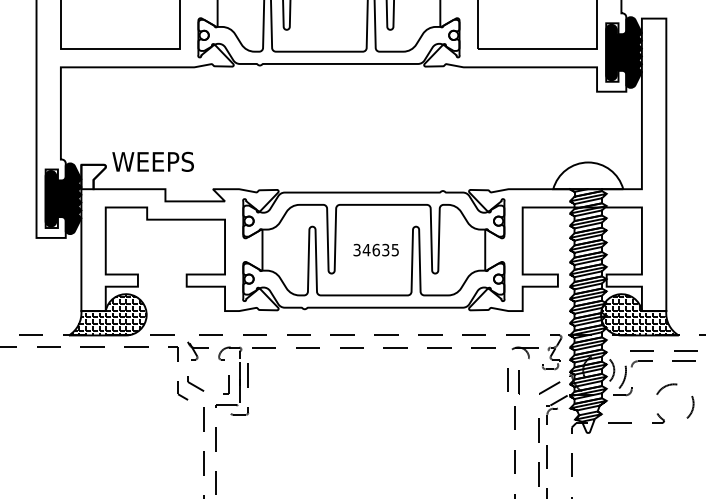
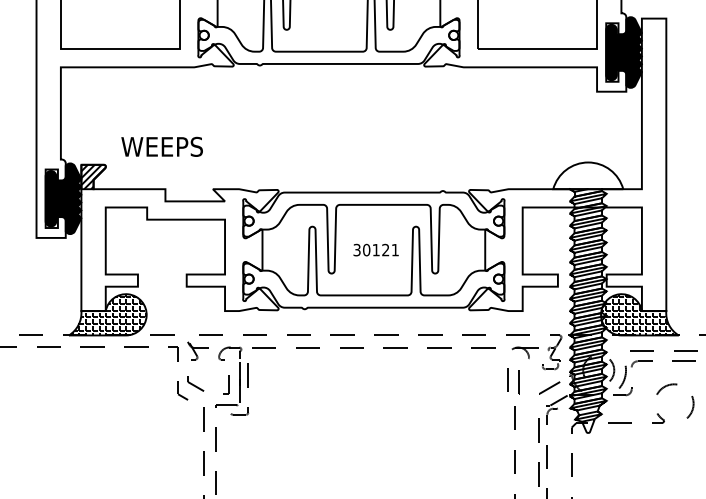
text at (152, 161) position: (152, 161) -> (161, 146)
hatch at (93, 176): none -> present
text at (380, 249): 34635 -> 30121
